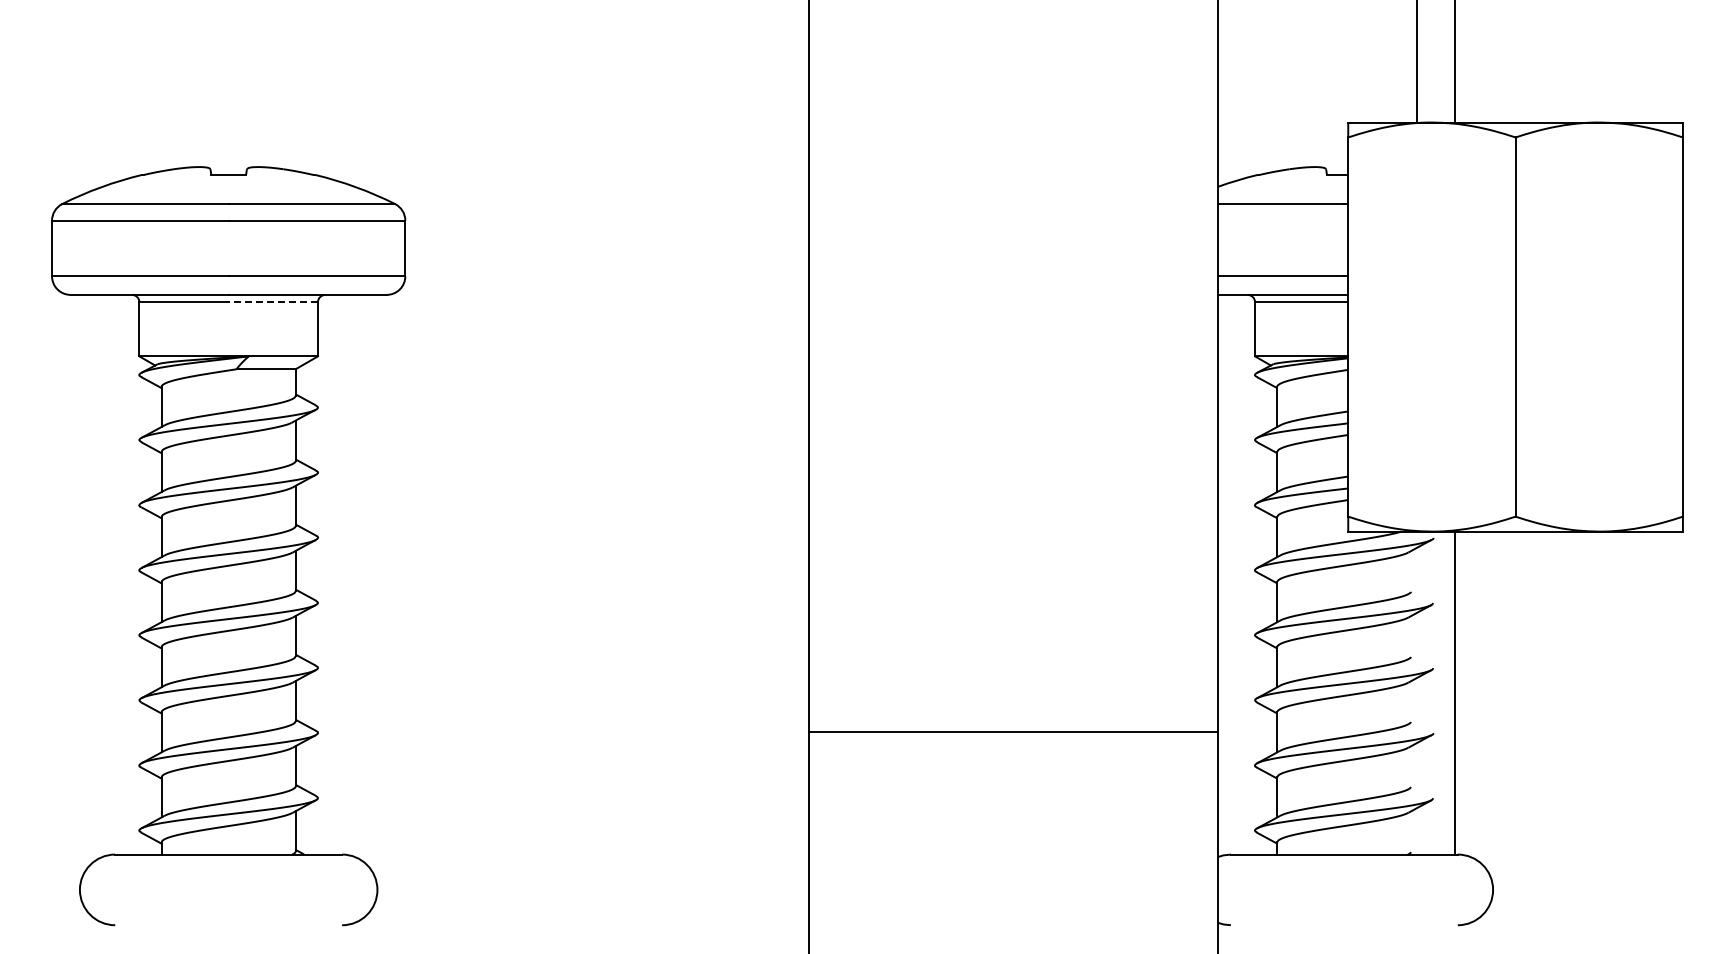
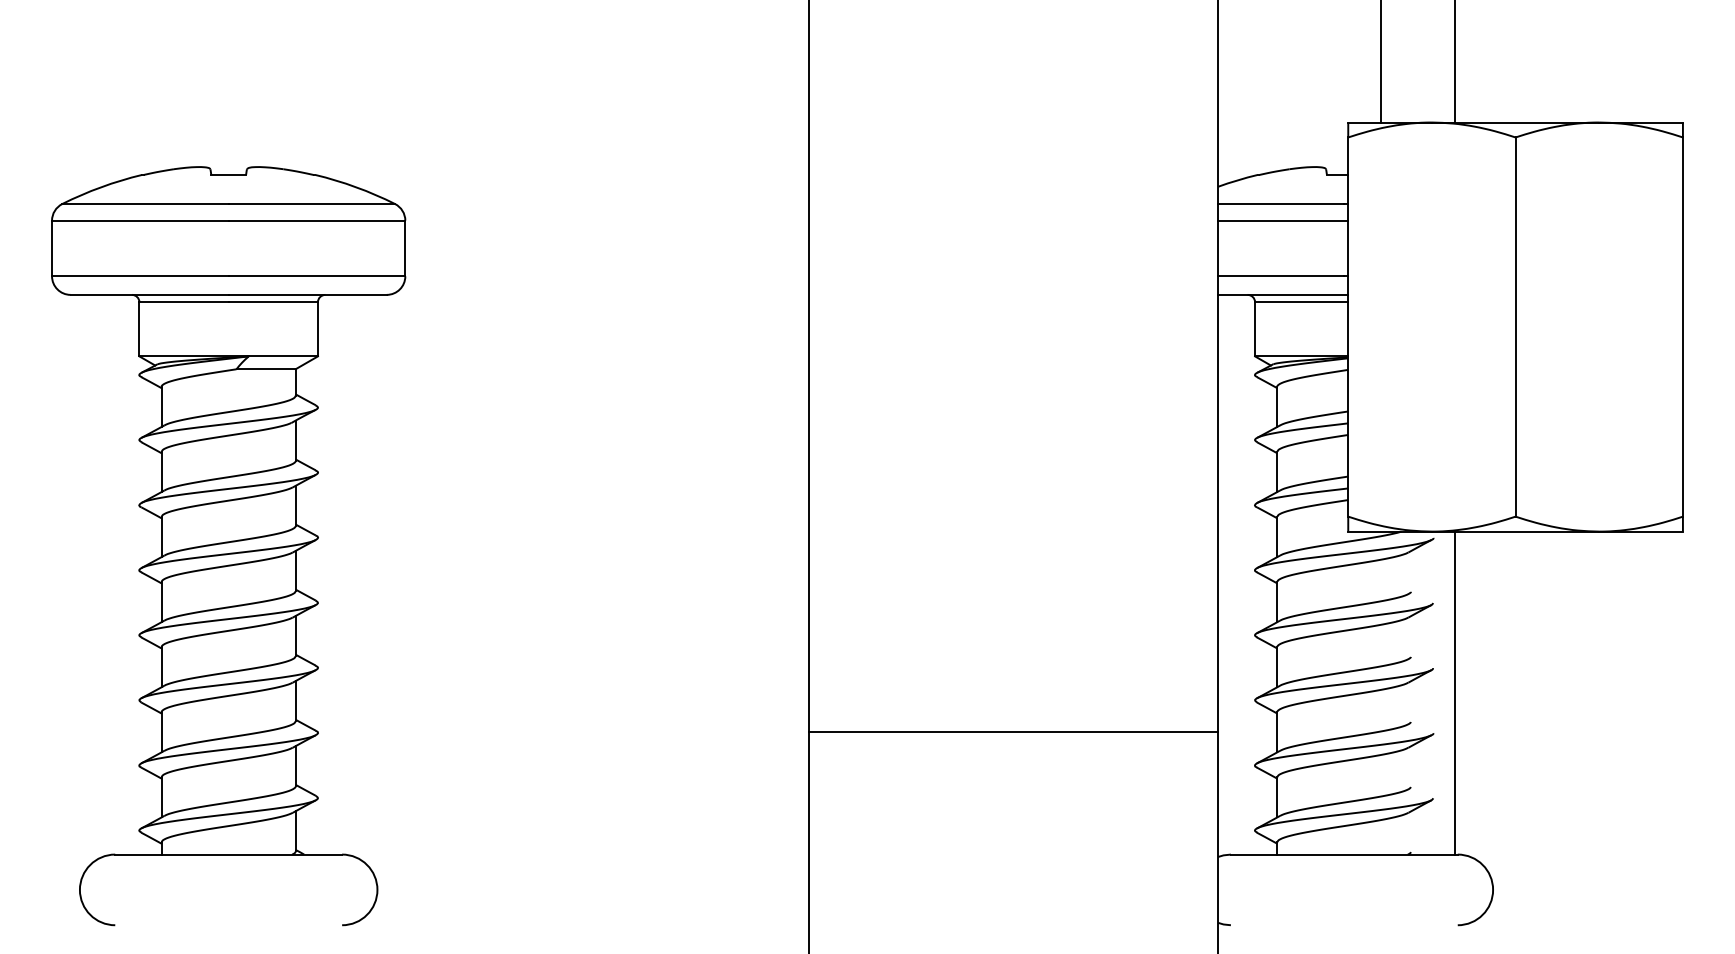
line at (1416, 62) position: (1416, 62) -> (1380, 62)
line at (1283, 220): none -> present
line at (273, 302): dashed -> solid
